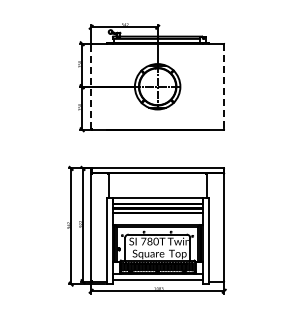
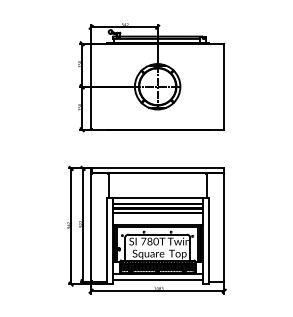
line at (91, 86): dashed -> solid
line at (224, 86): dashed -> solid
